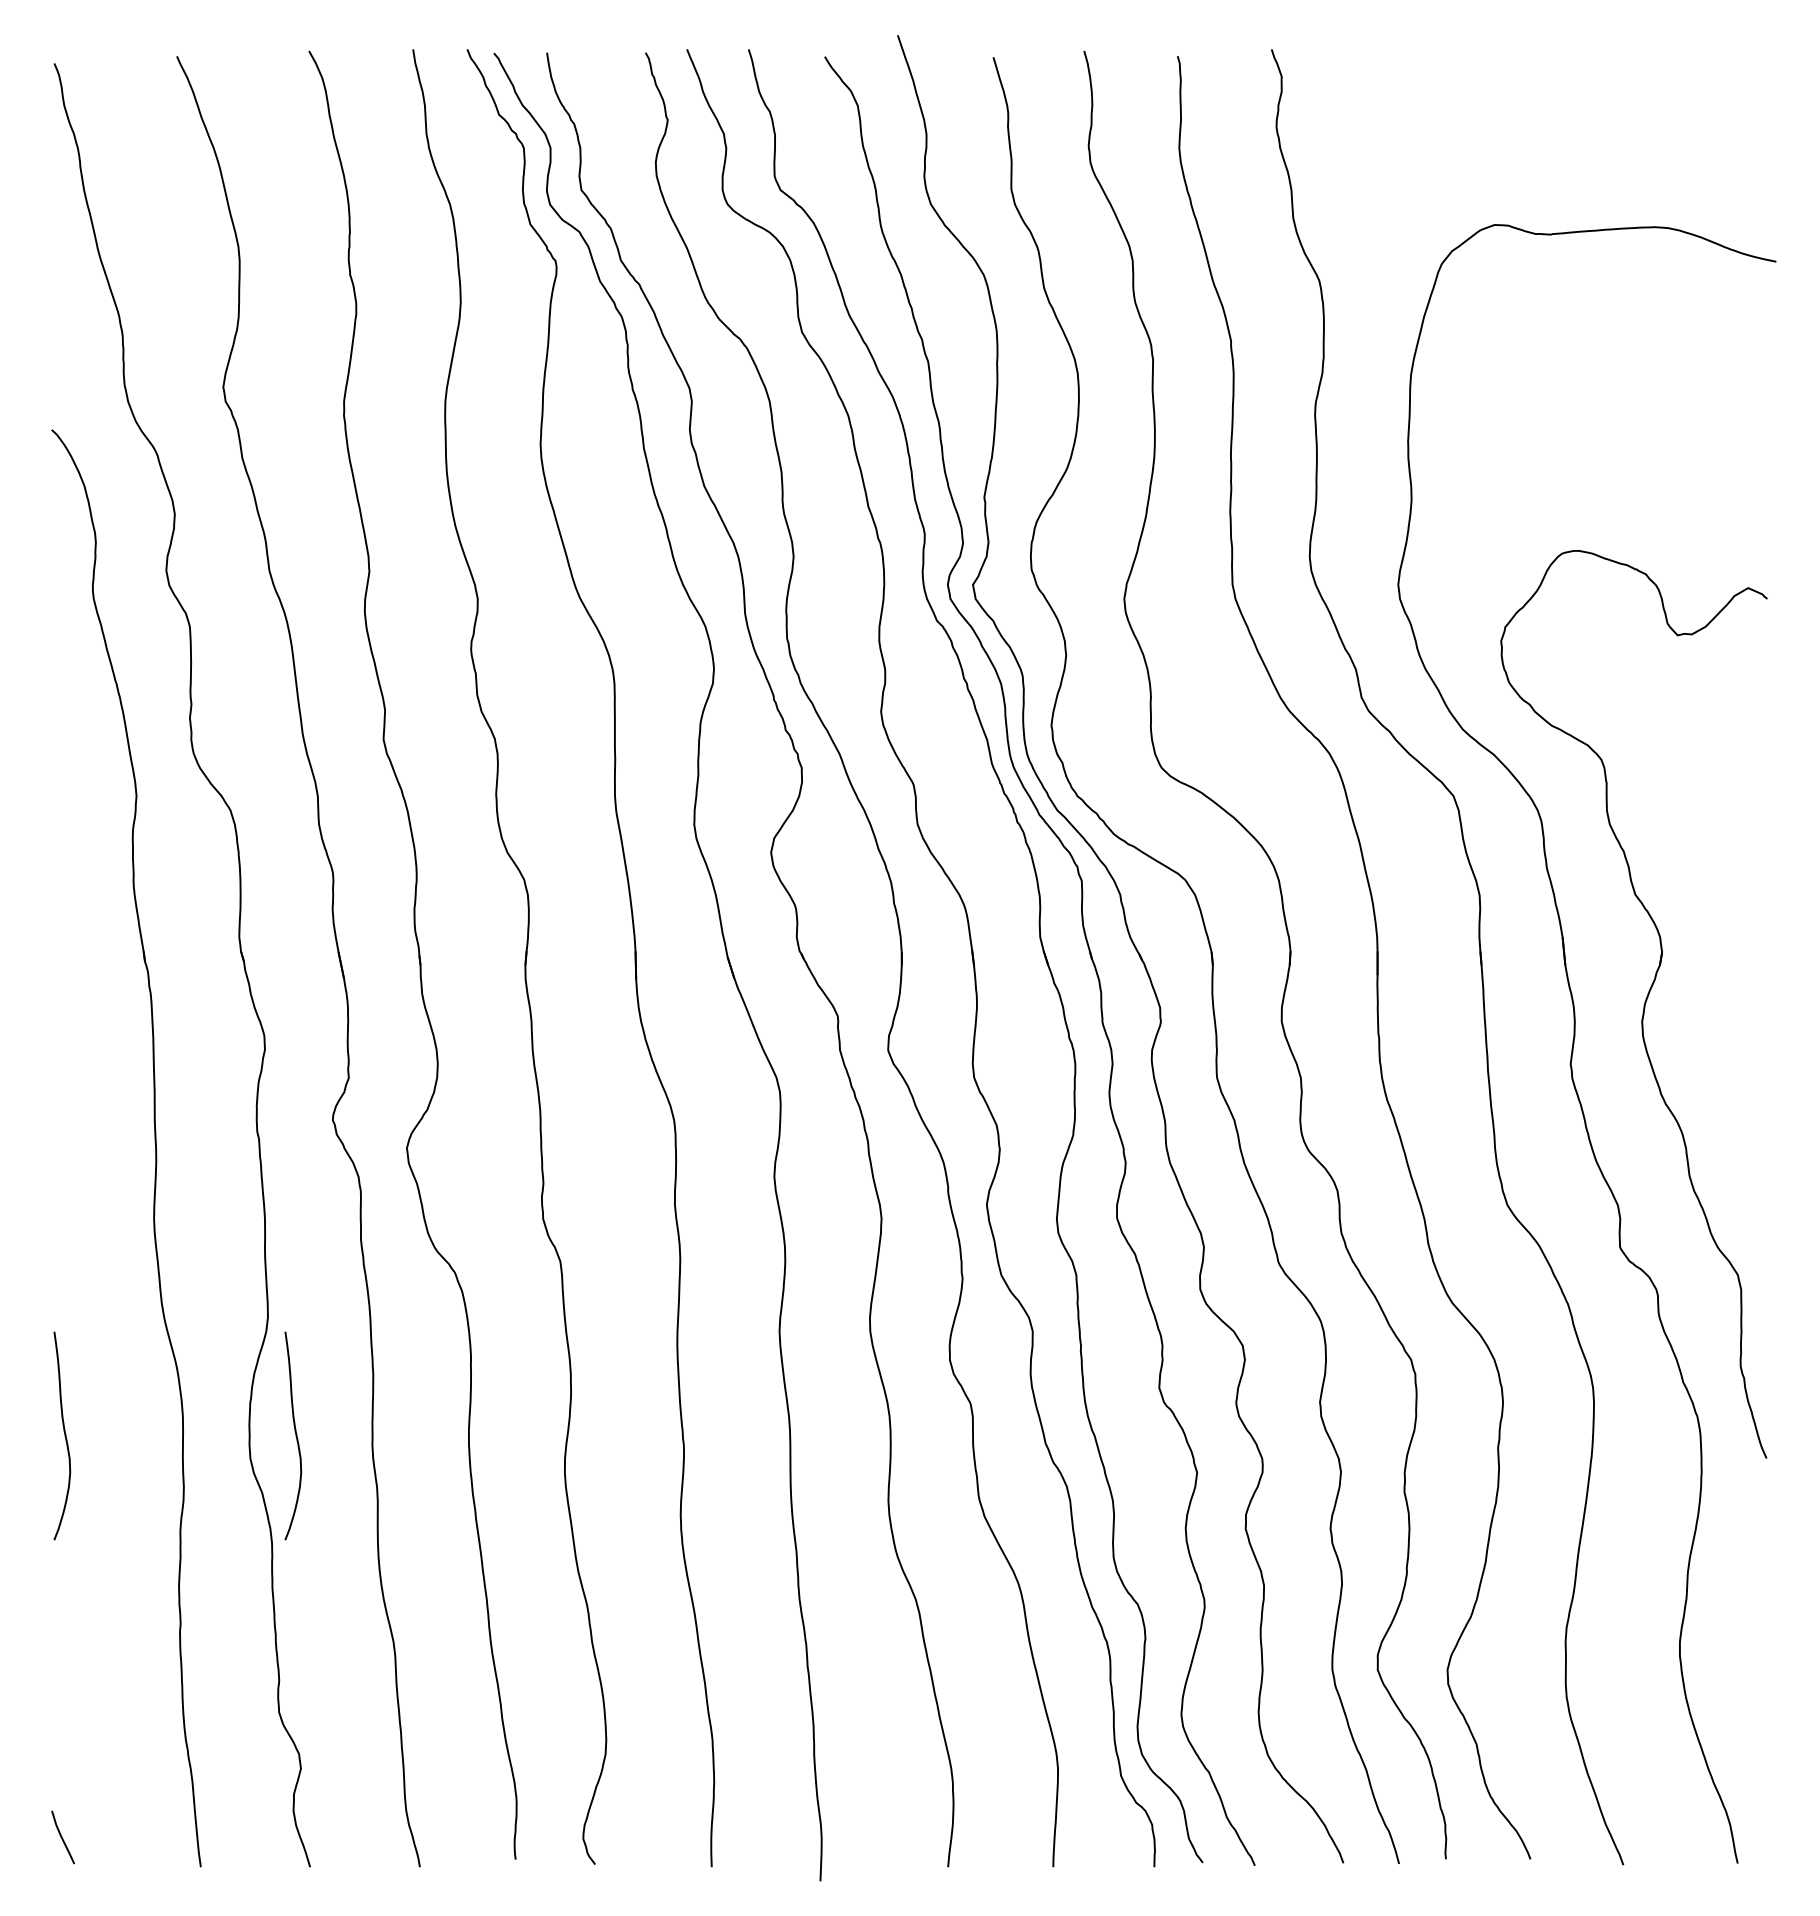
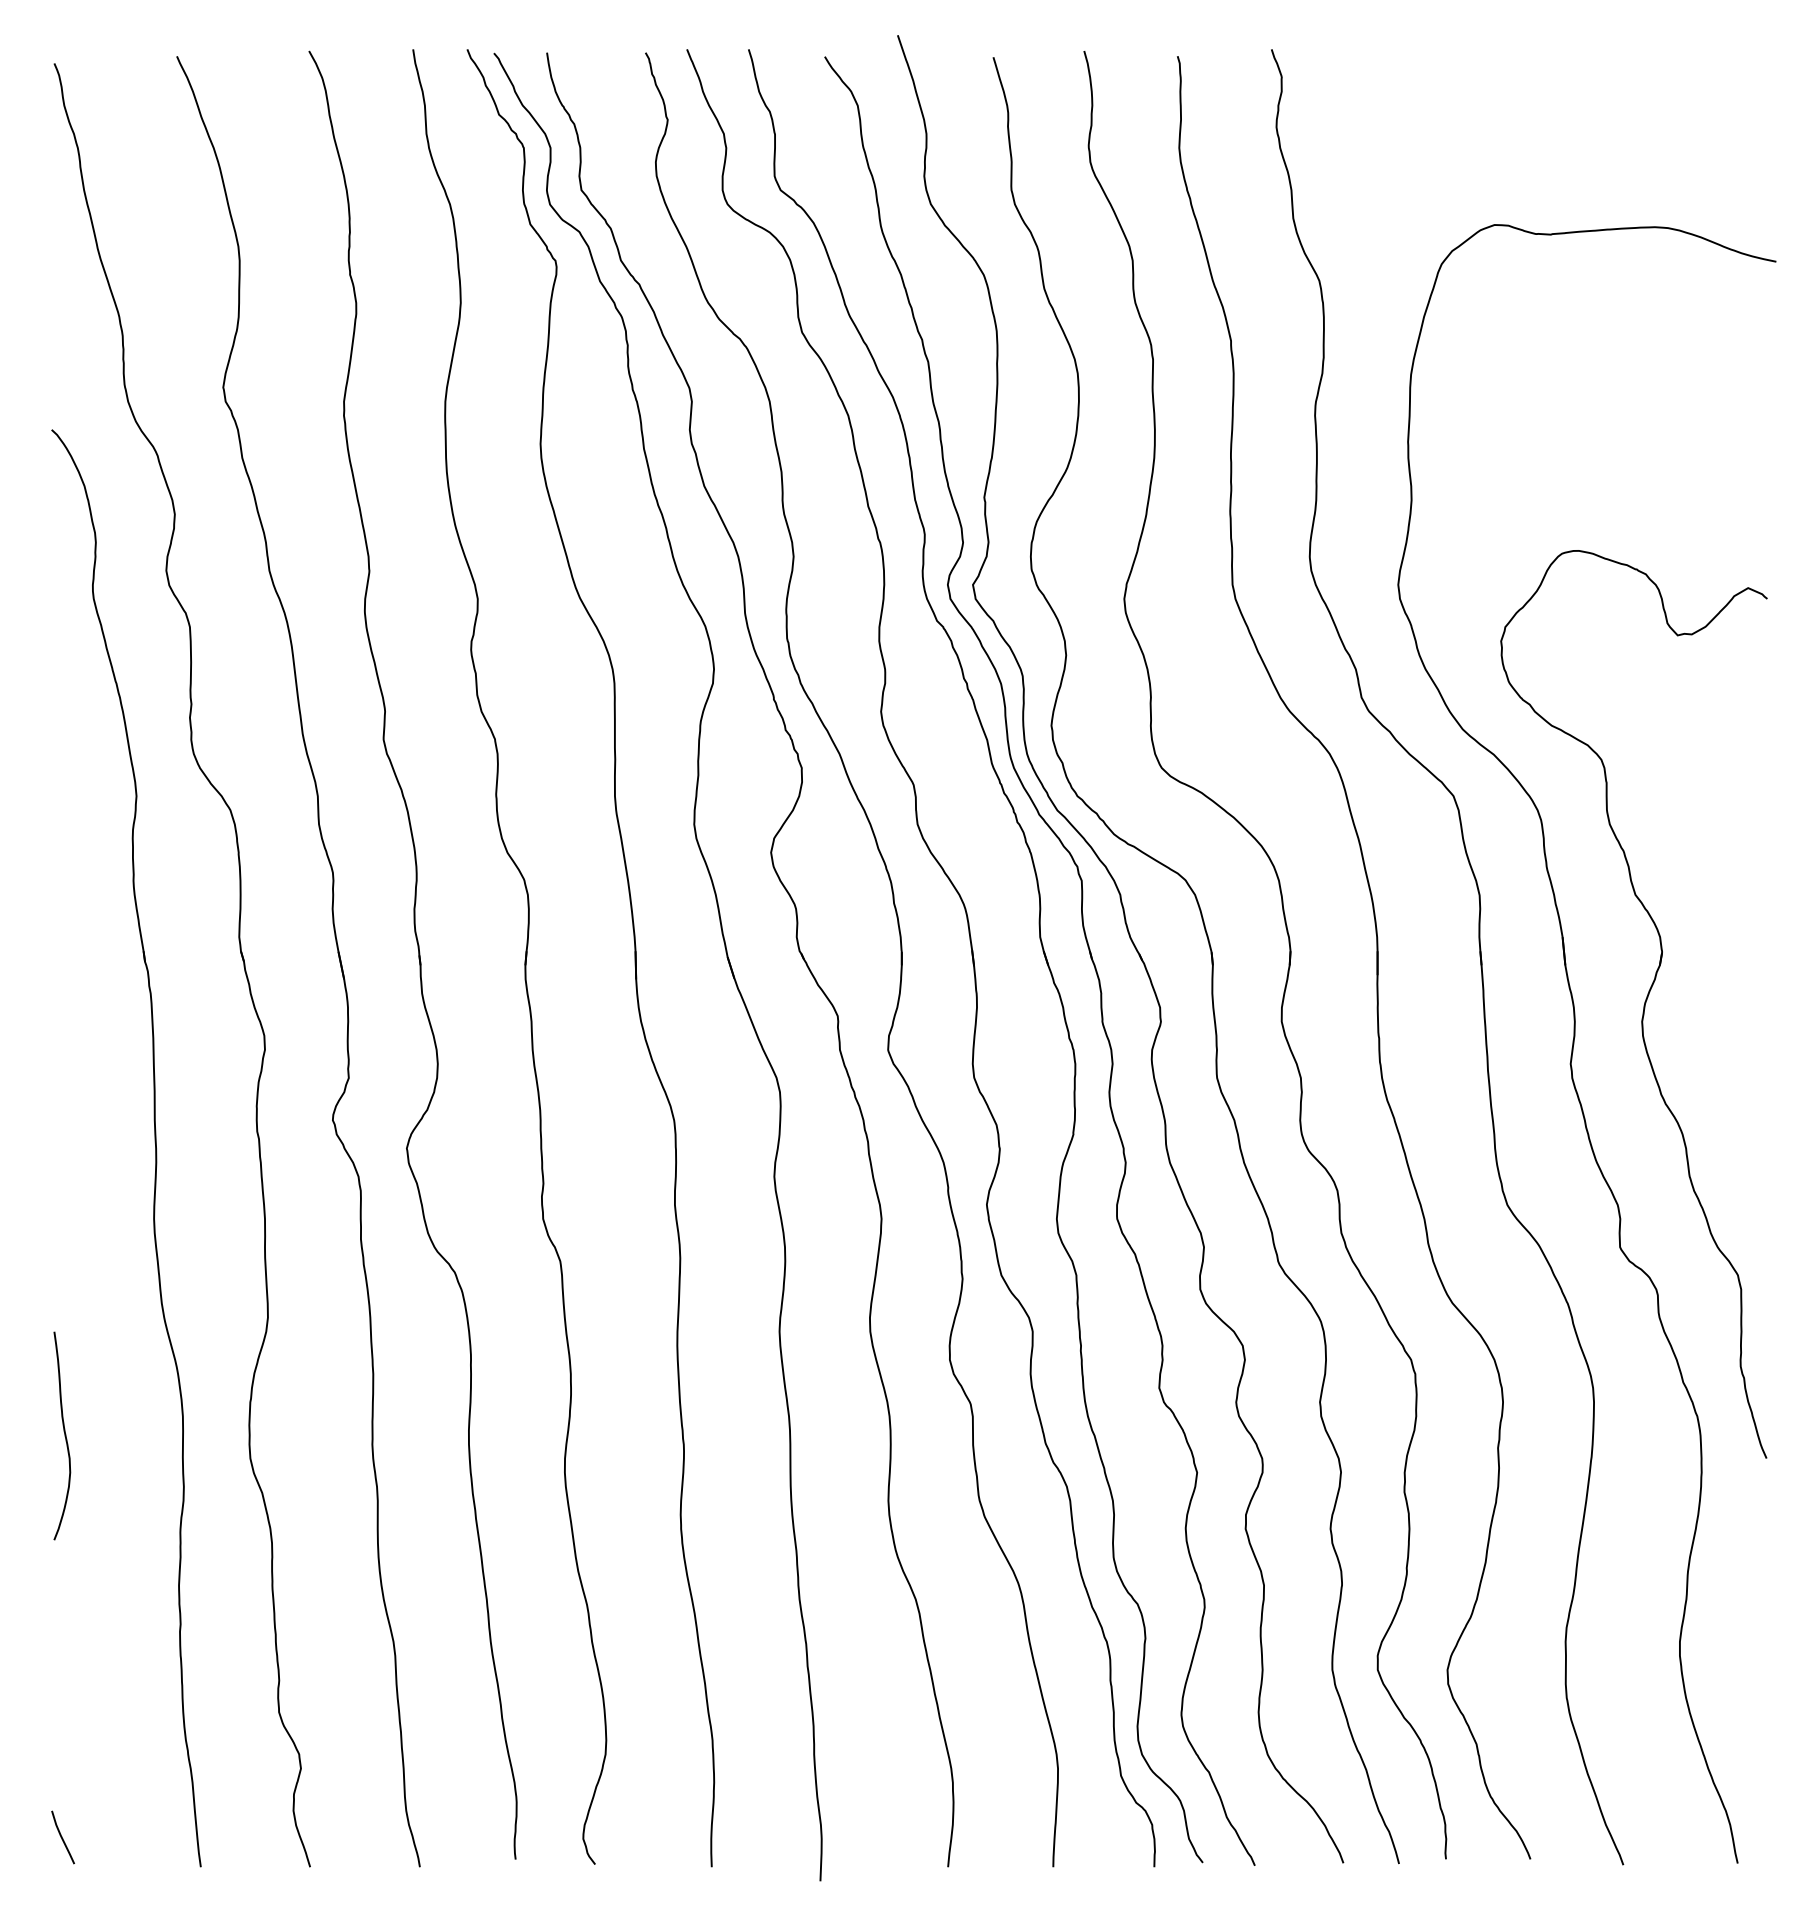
curve at (295, 1435): present -> none
